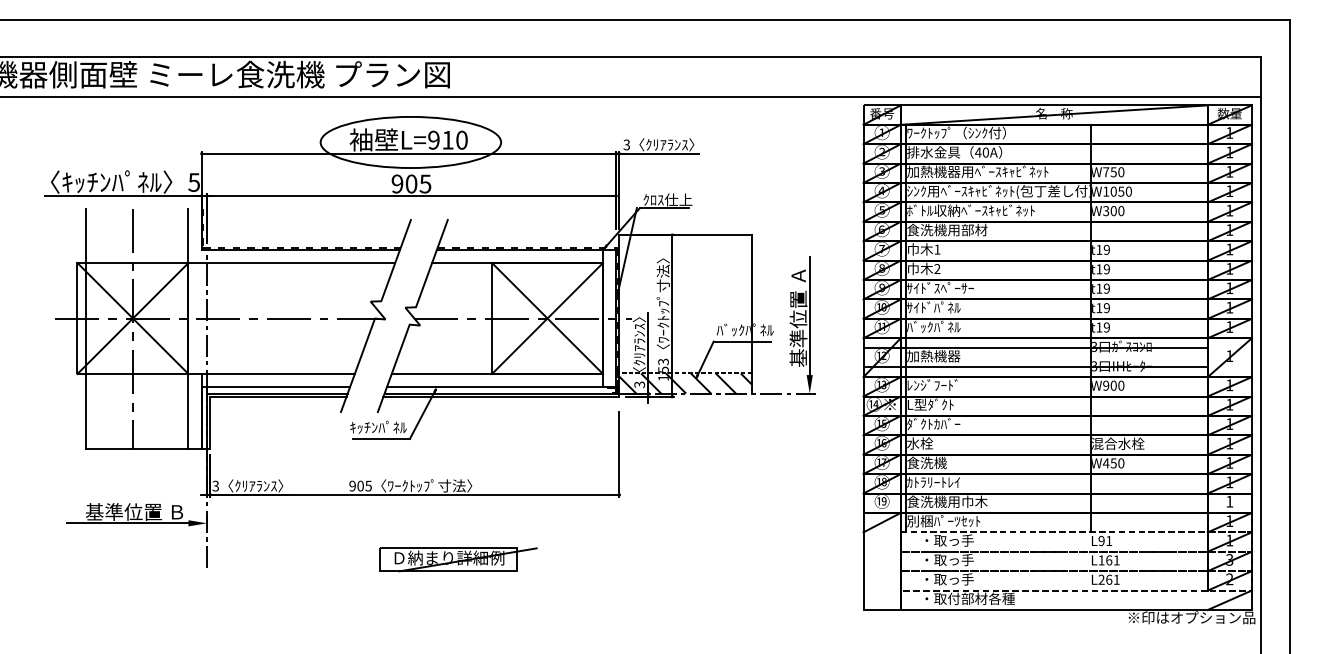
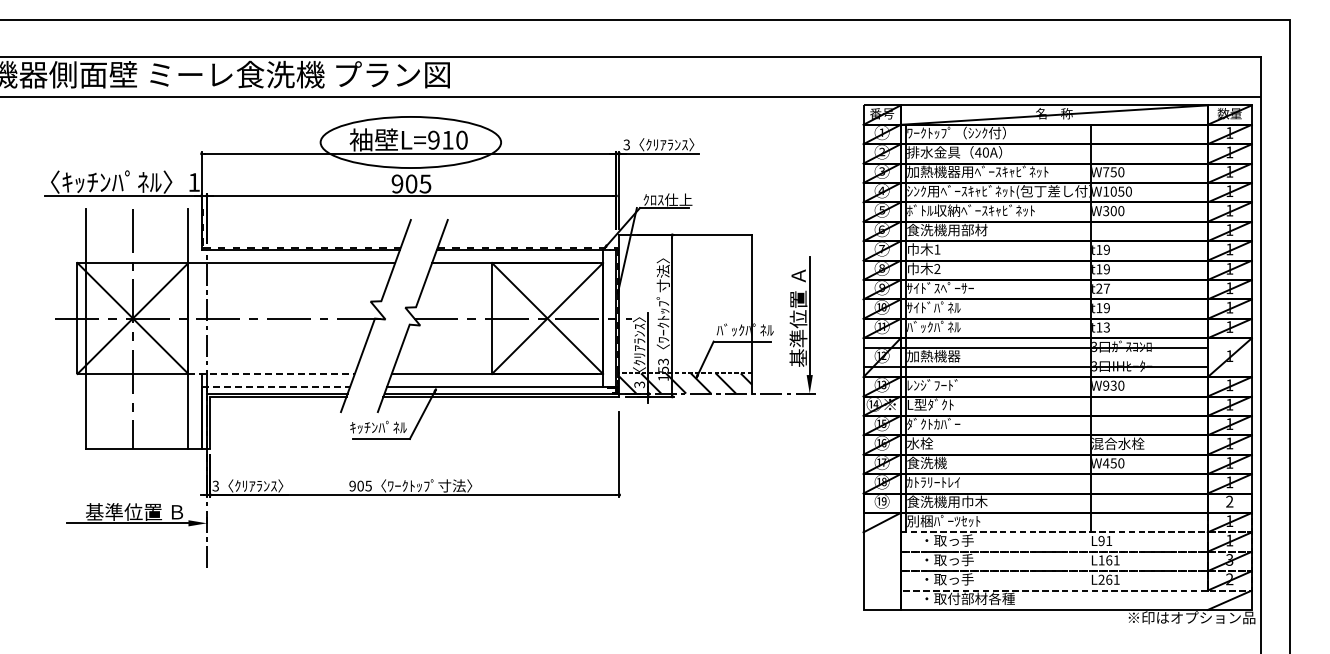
text at (193, 182): 5 -> 1
text at (1102, 288): t19 -> t27
text at (1106, 327): t19 -> t13
line at (272, 374): solid -> dashed
text at (1113, 385): W900 -> W930
line at (276, 387): solid -> dashed
text at (1229, 501): 1 -> 2
part at (458, 559): present -> none
